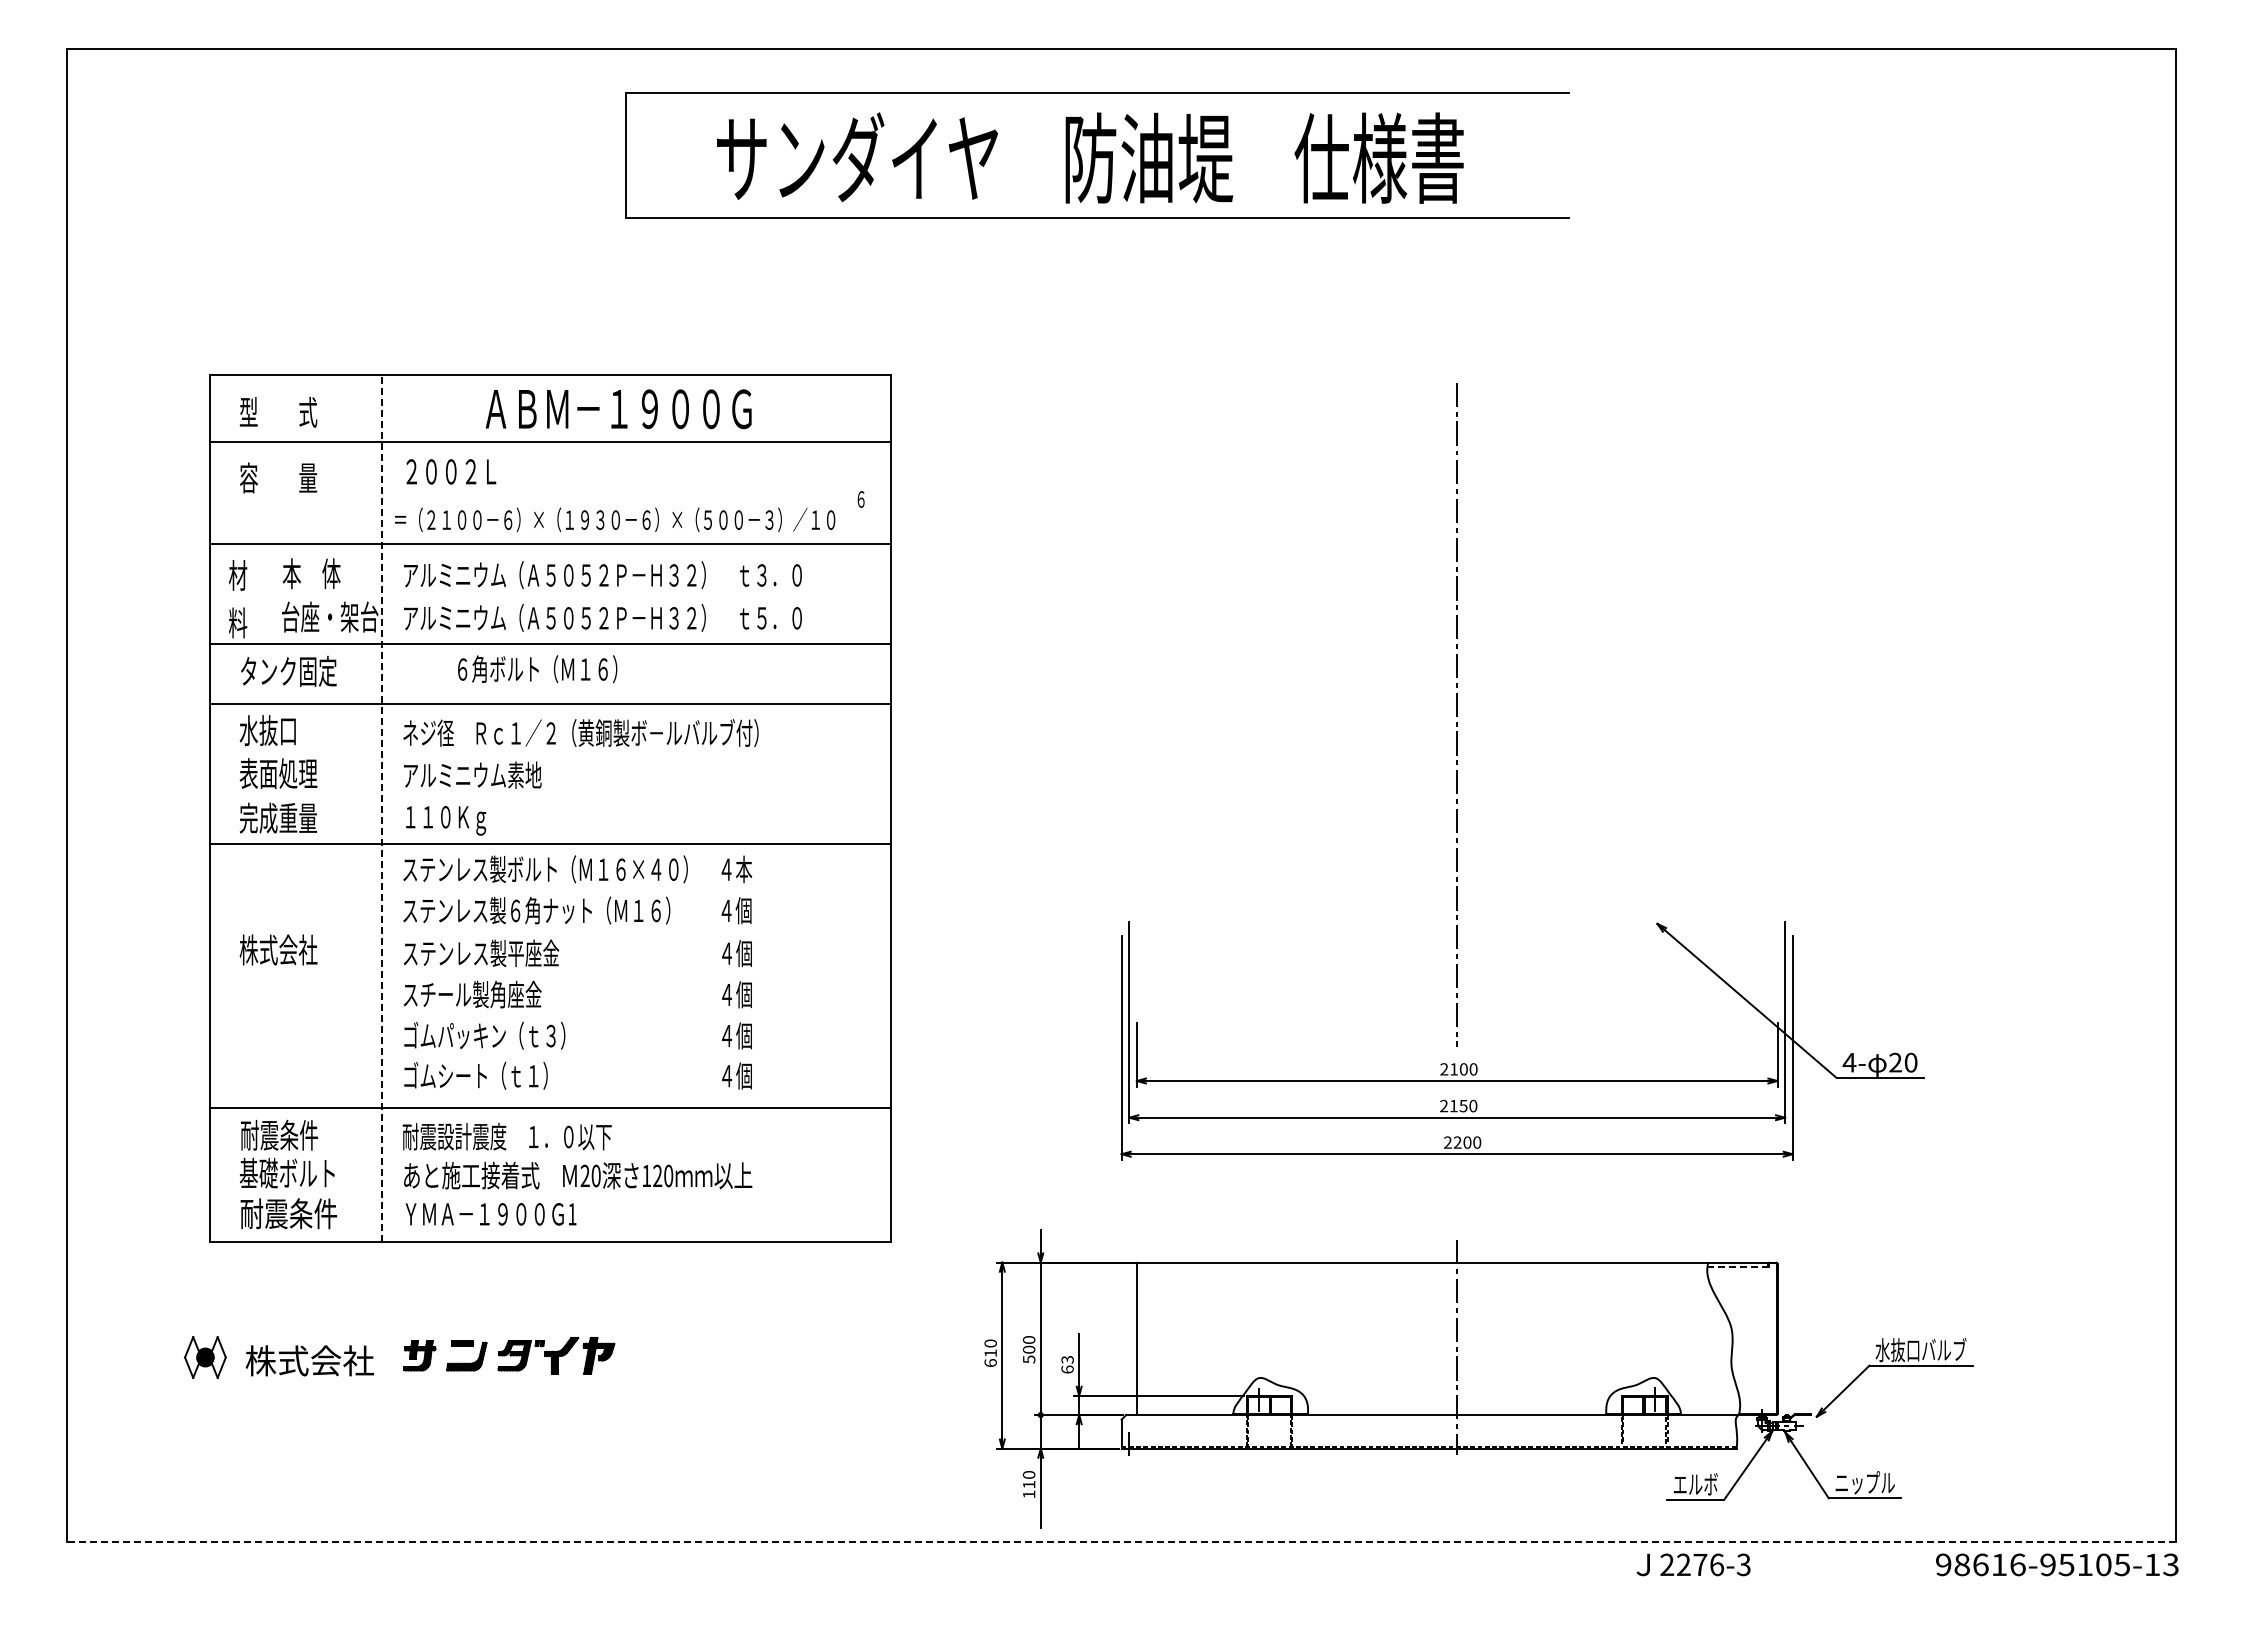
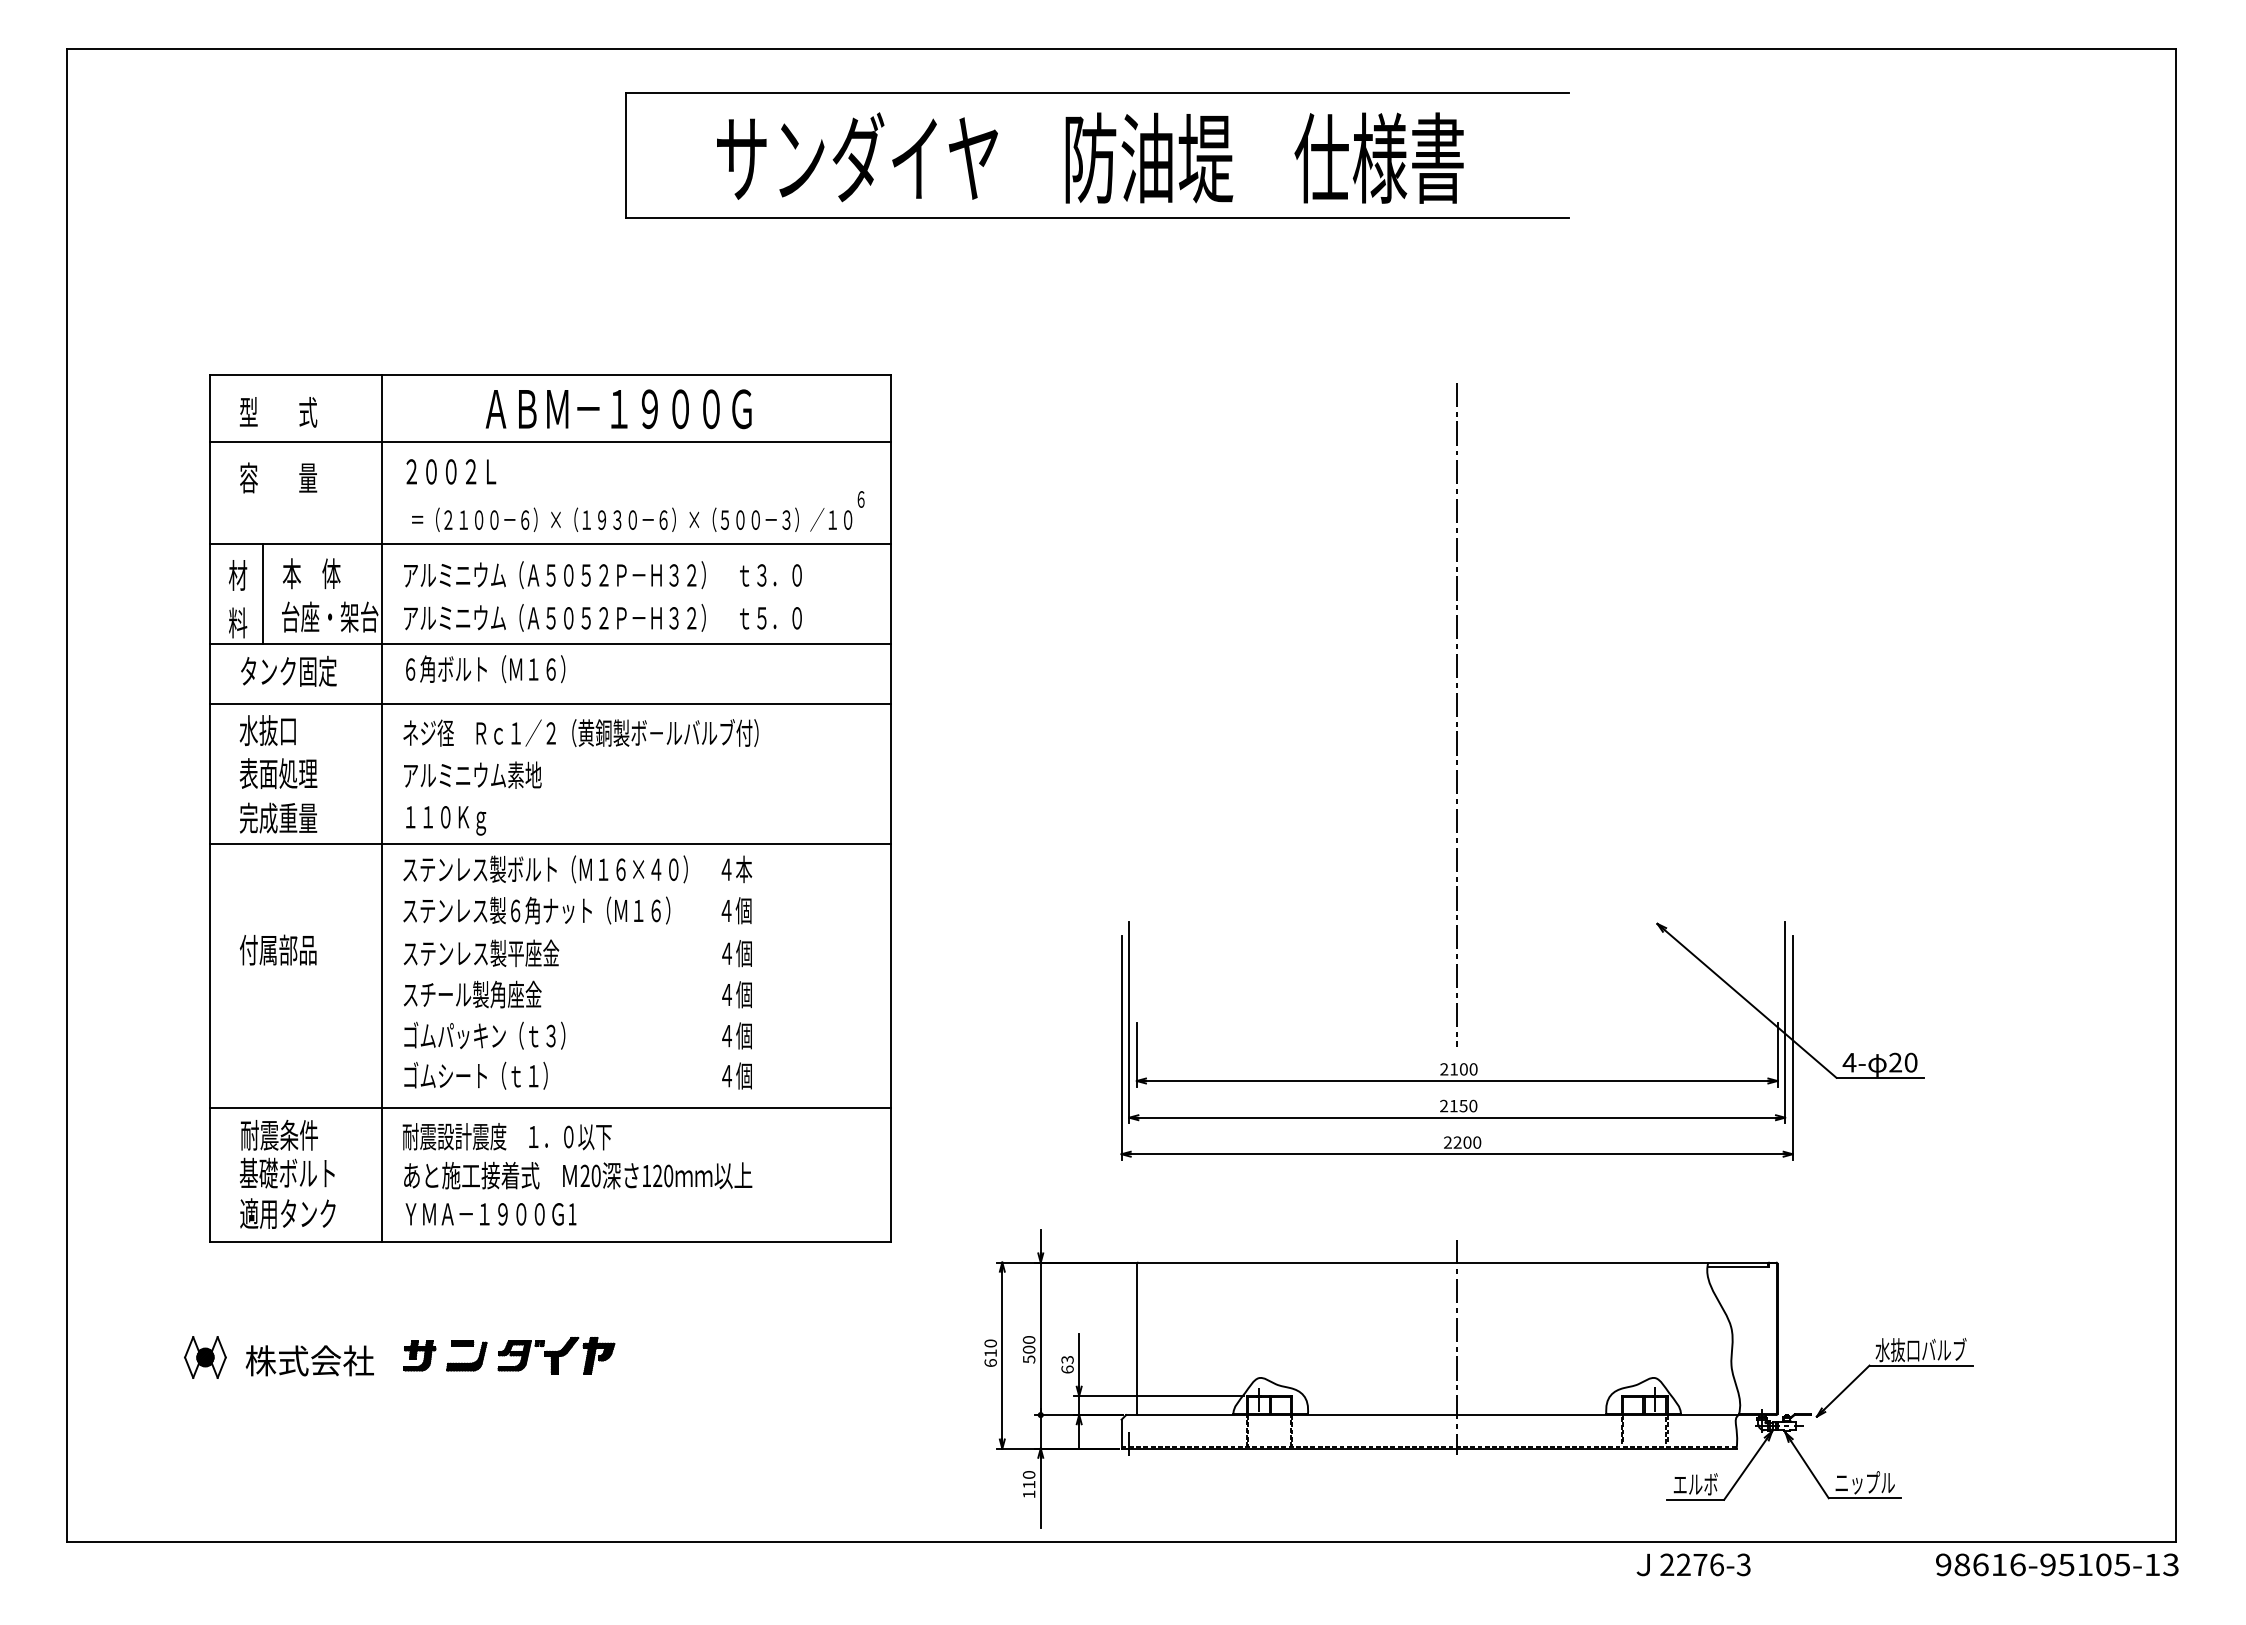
text at (615, 519) position: (615, 519) -> (632, 519)
line at (263, 593): none -> present
text at (537, 669) position: (537, 669) -> (485, 669)
line at (382, 808): dashed -> solid
text at (278, 949): 株式会社 -> 付属部品
text at (288, 1213): 耐震条件 -> 適用タンク
line at (1738, 1267): dashed -> solid
line at (1121, 1542): dashed -> solid
